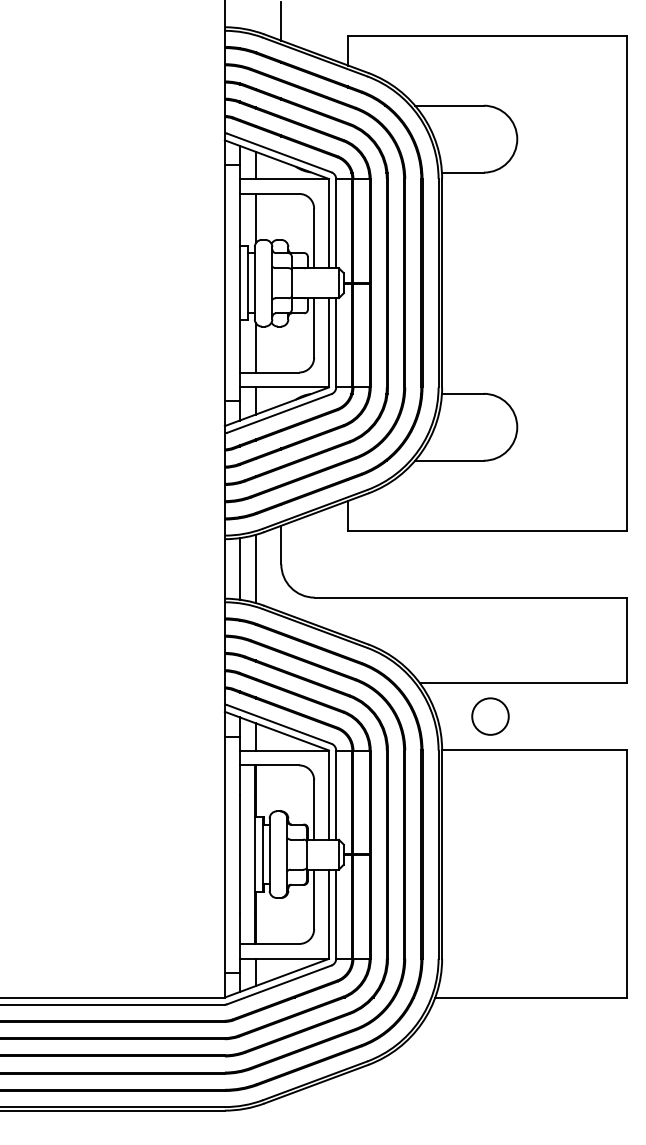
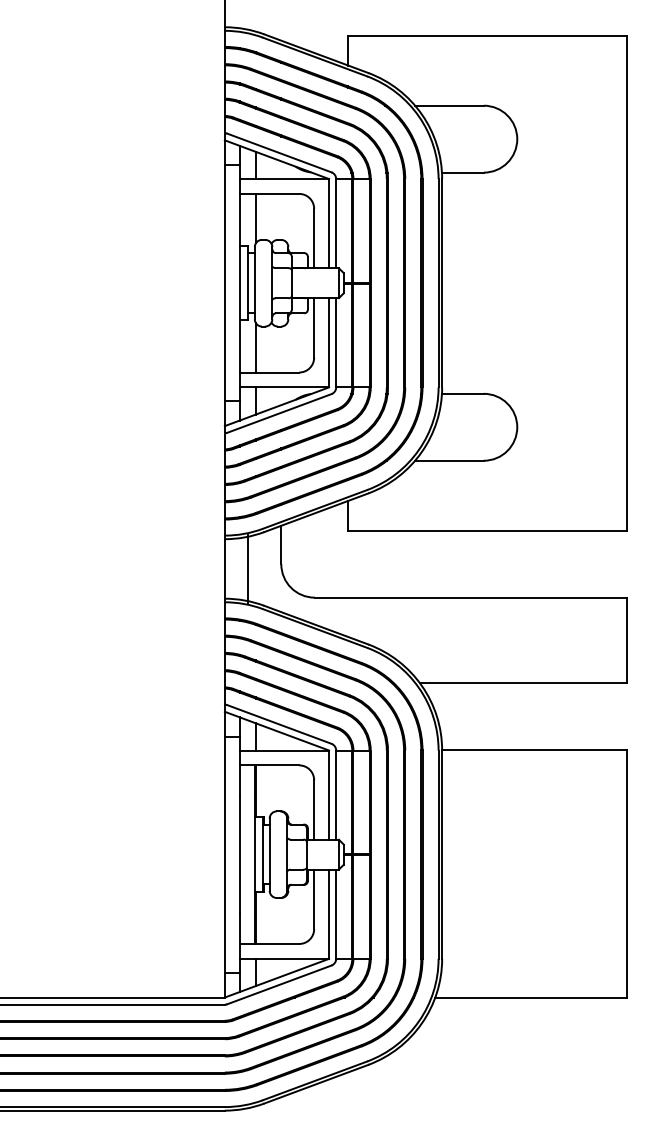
line at (281, 21): present -> none
line at (239, 568): present -> none
line at (255, 568) position: (255, 568) -> (247, 568)
circle at (490, 716): present -> none
